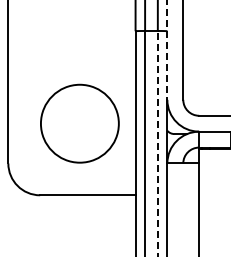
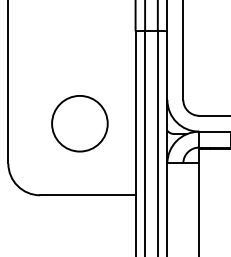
line at (167, 49): dashed -> solid
circle at (79, 123) diameter: 78 px -> 56 px
line at (157, 143): dashed -> solid
